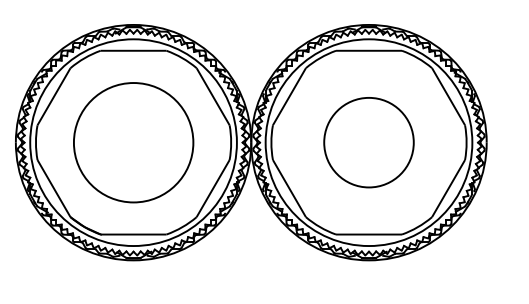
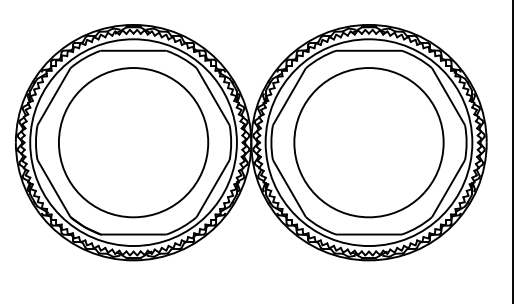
circle at (133, 142) size: 122x122 px -> 152x152 px
circle at (368, 142) diameter: 90 px -> 149 px
line at (513, 151): none -> present
